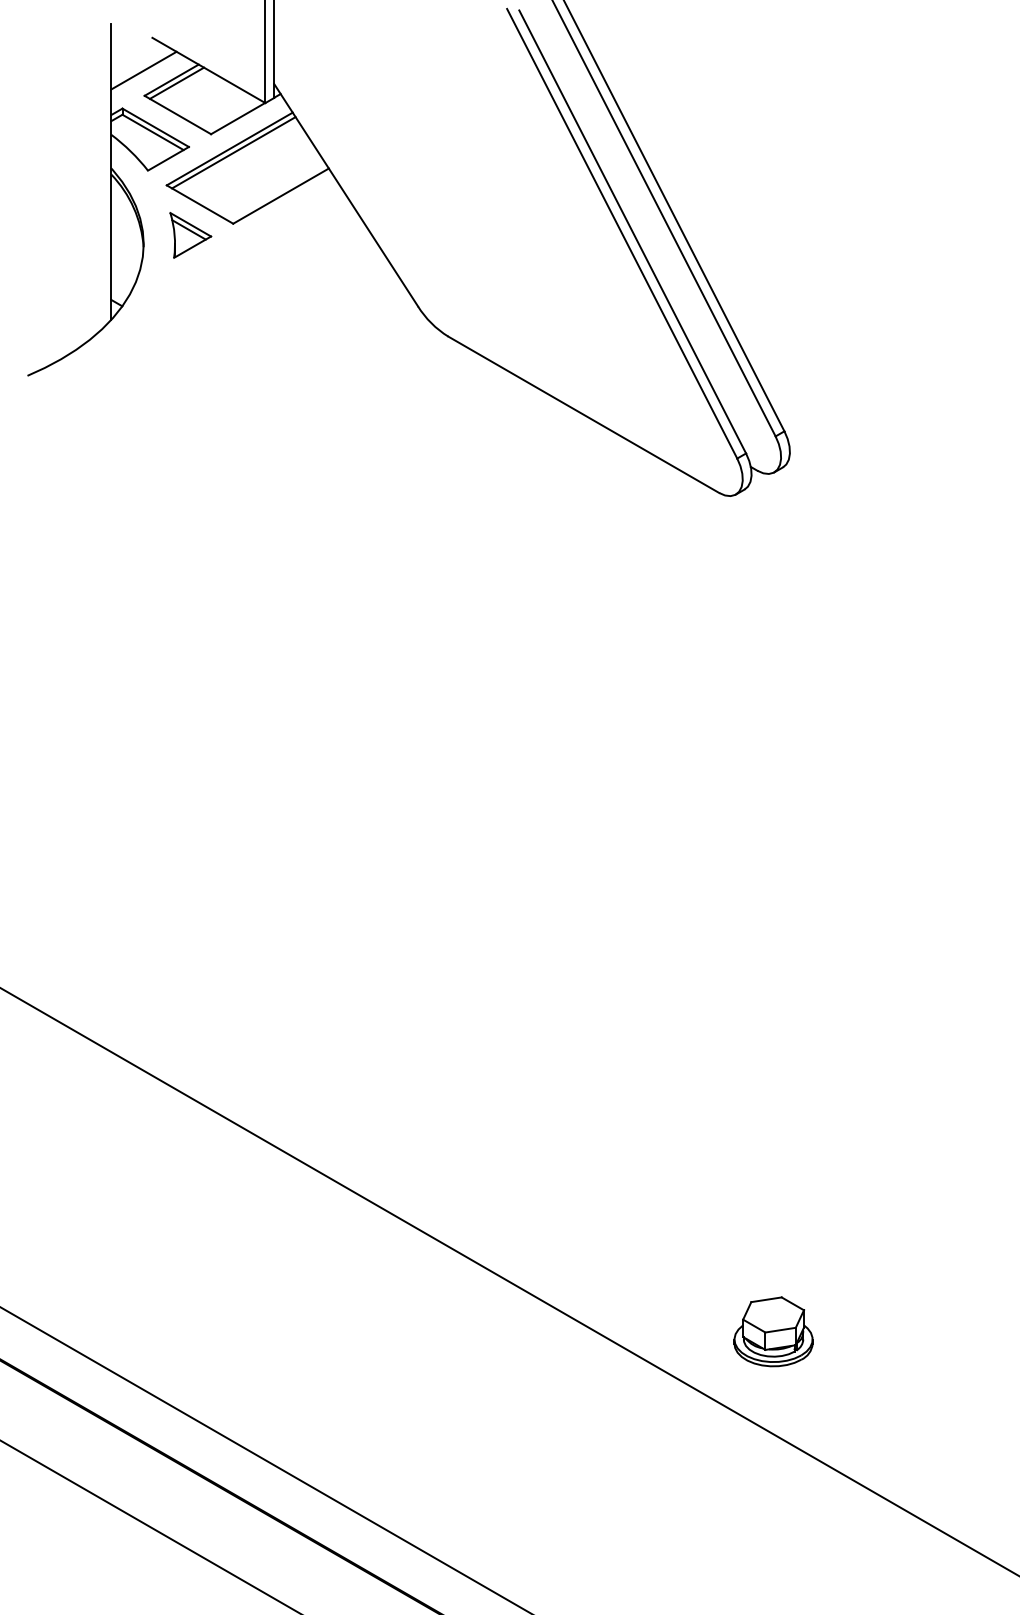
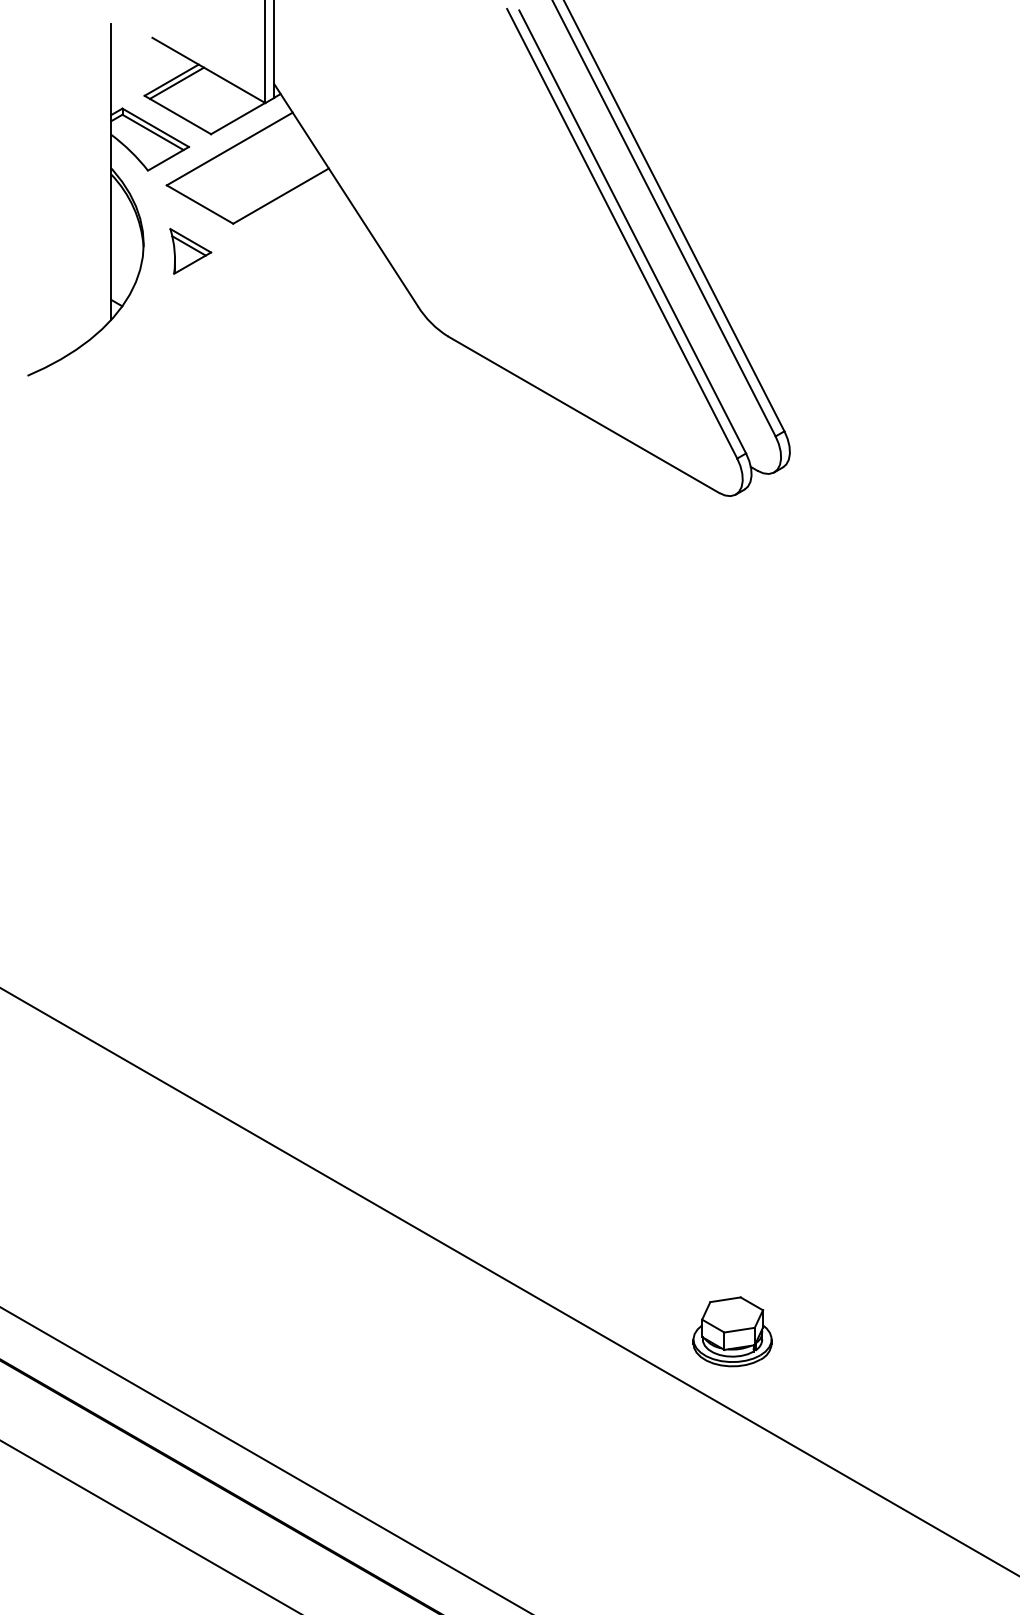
line at (143, 70): present -> none
line at (233, 152): present -> none
part at (190, 235) position: (190, 235) -> (190, 251)
part at (773, 1331) position: (773, 1331) -> (732, 1331)
